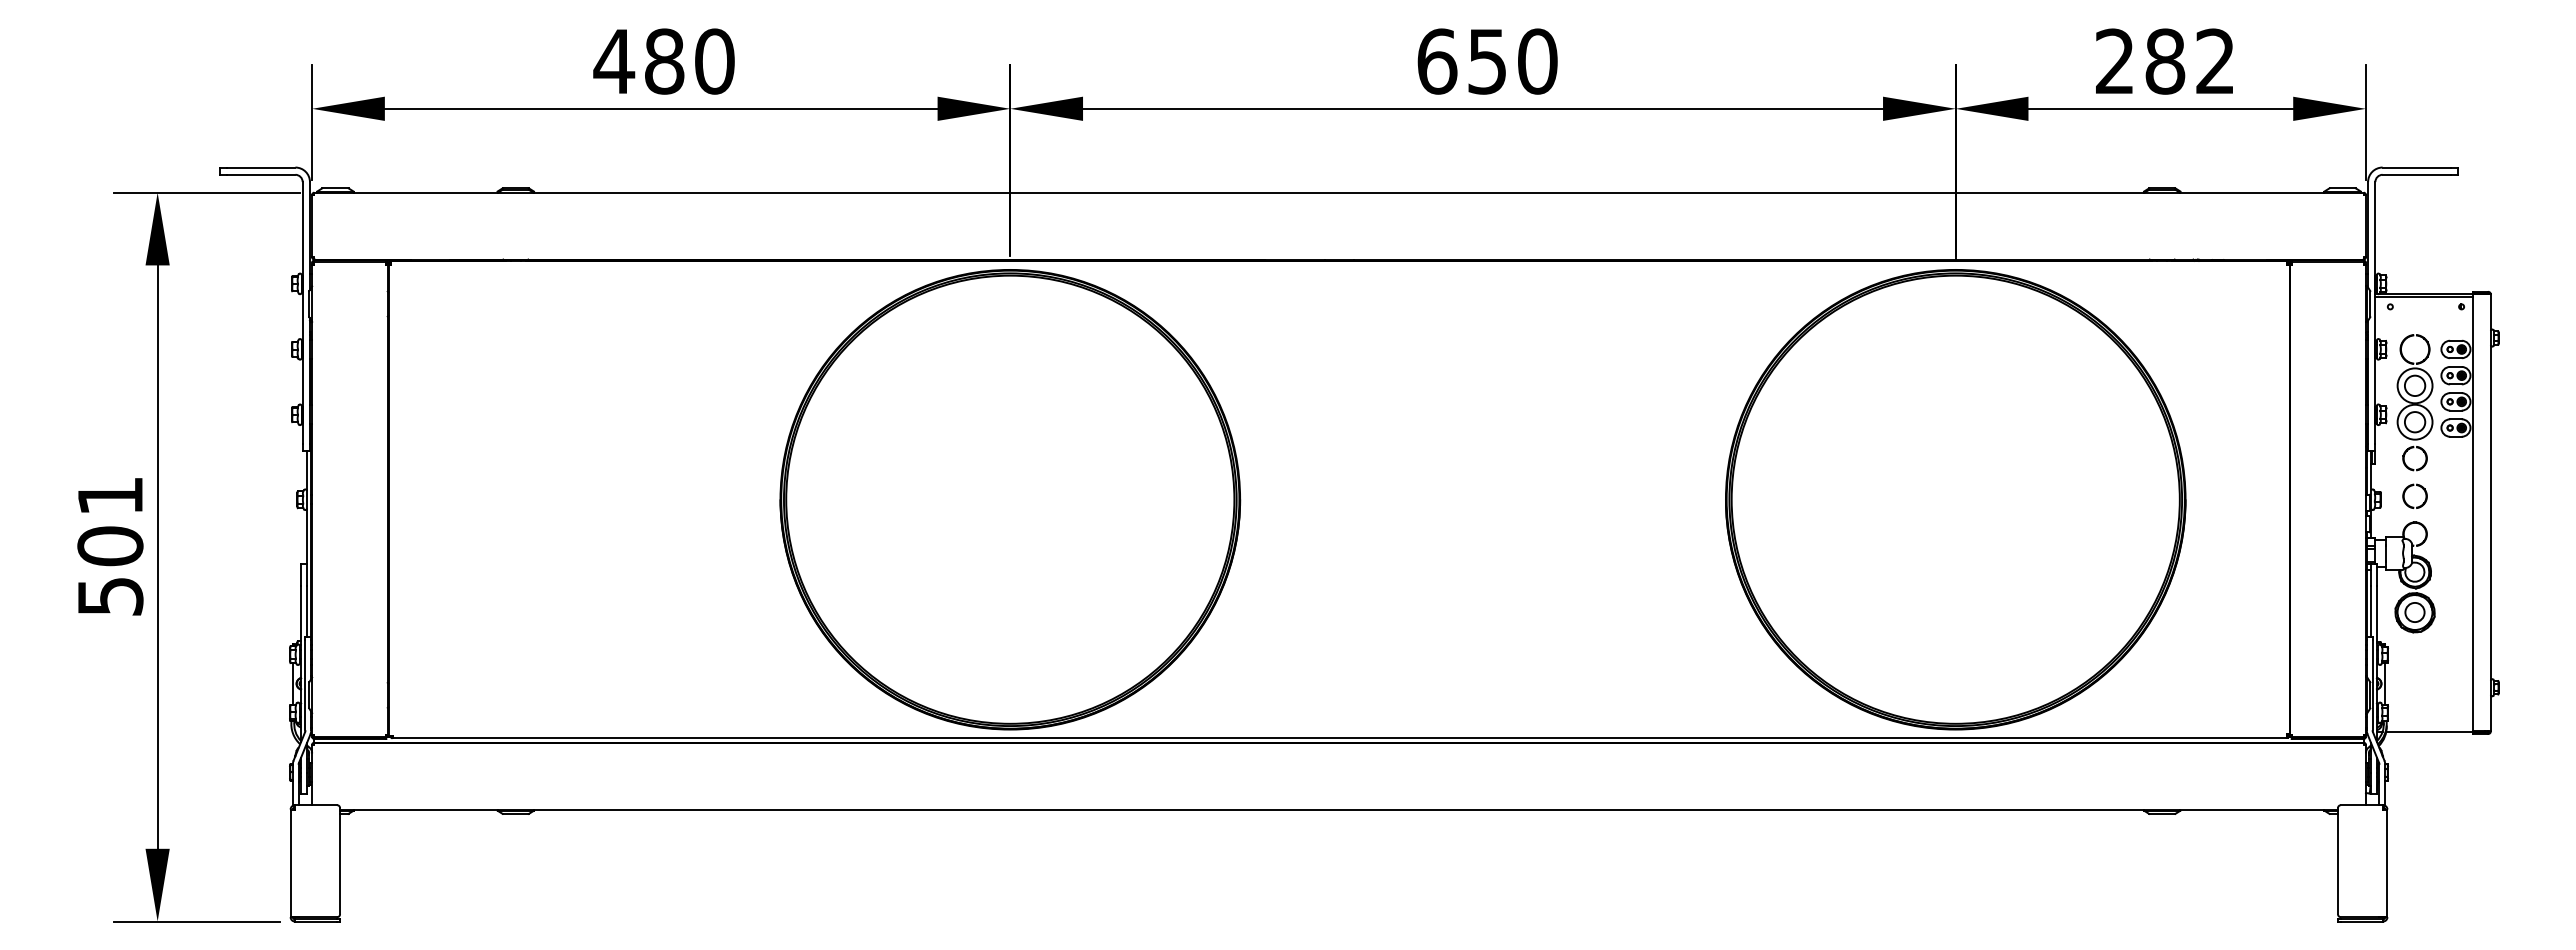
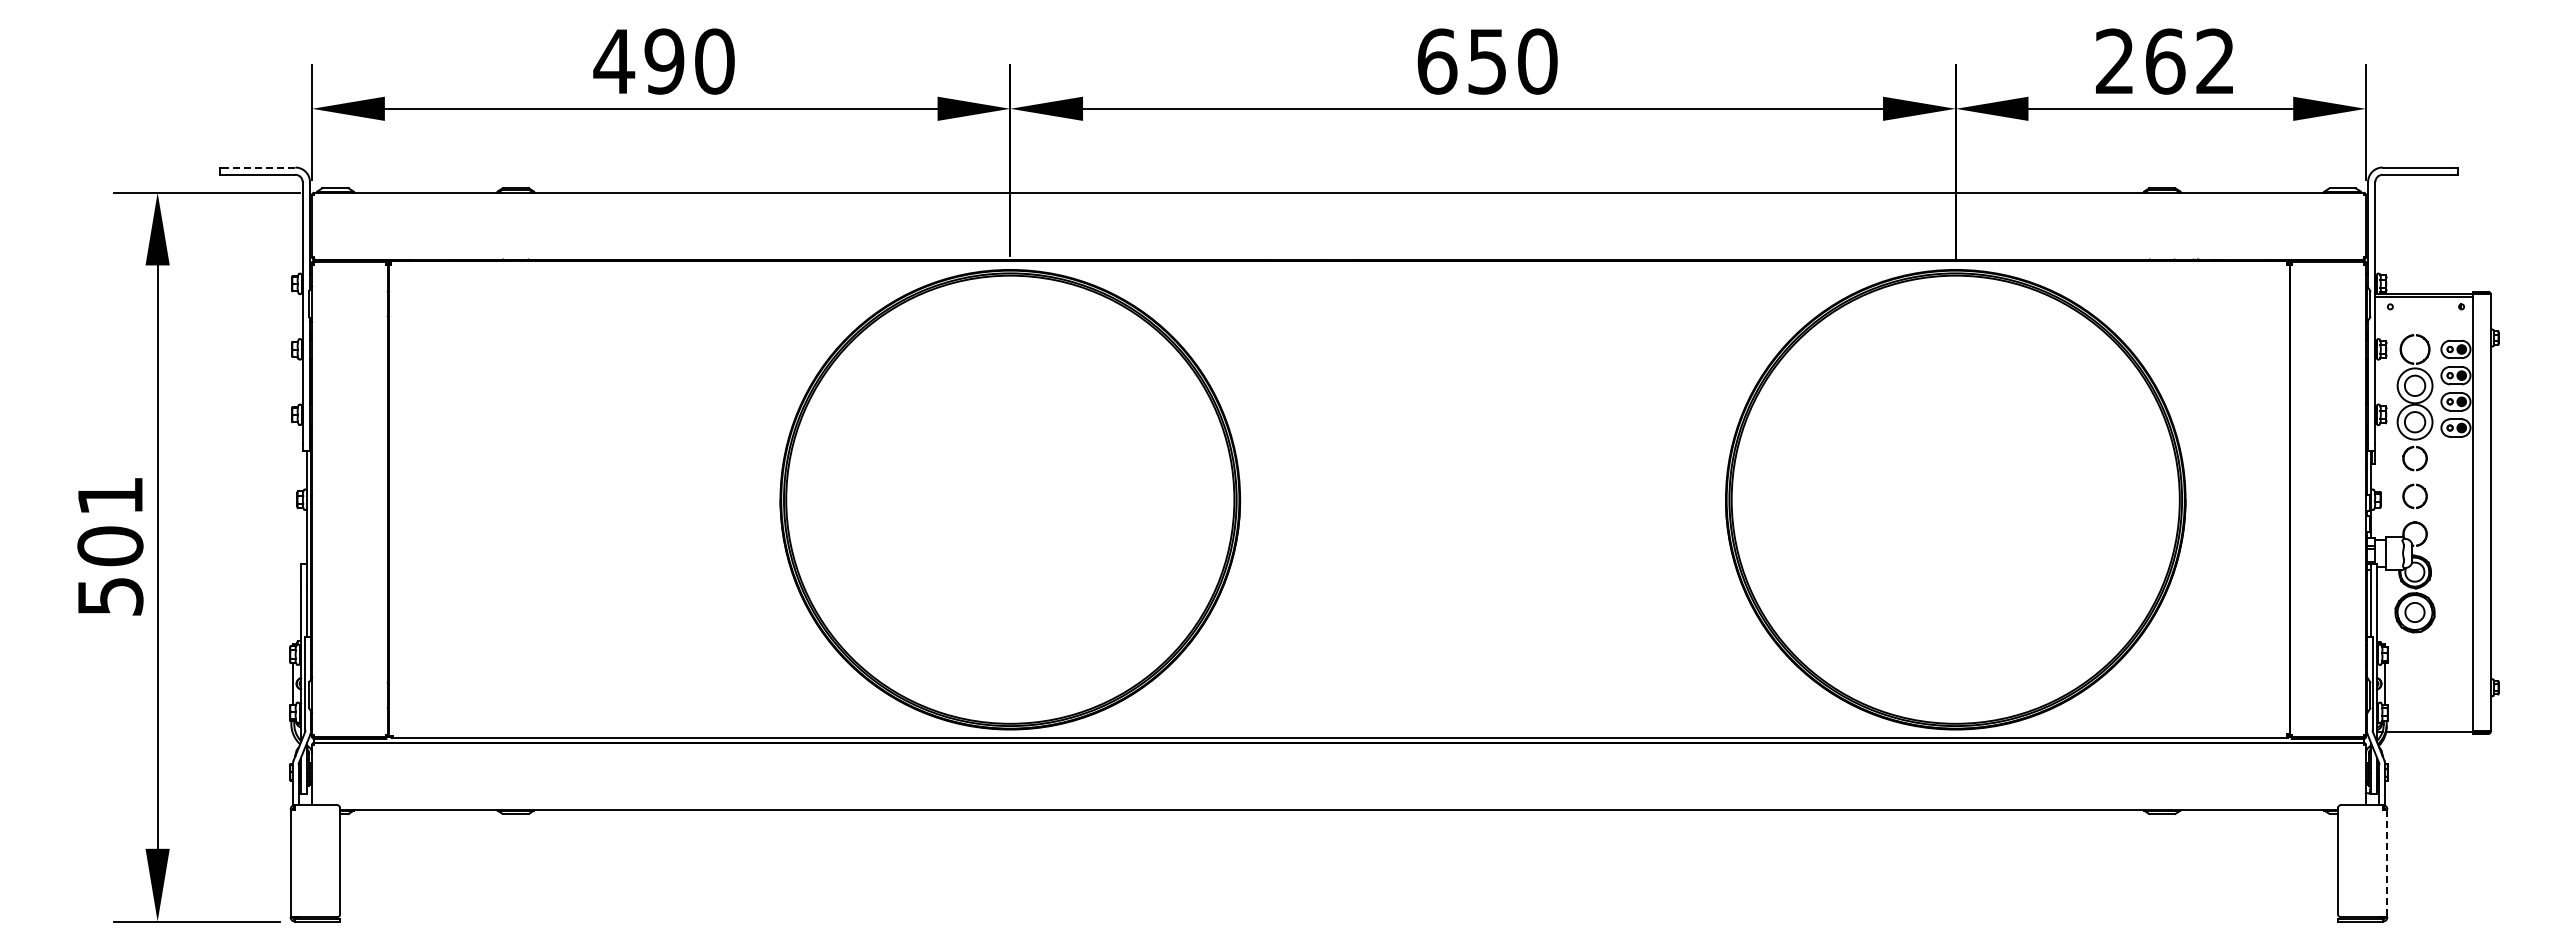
text at (664, 61): 480 -> 490
text at (2165, 61): 282 -> 262
line at (260, 167): solid -> dashed
line at (2387, 863): solid -> dashed
